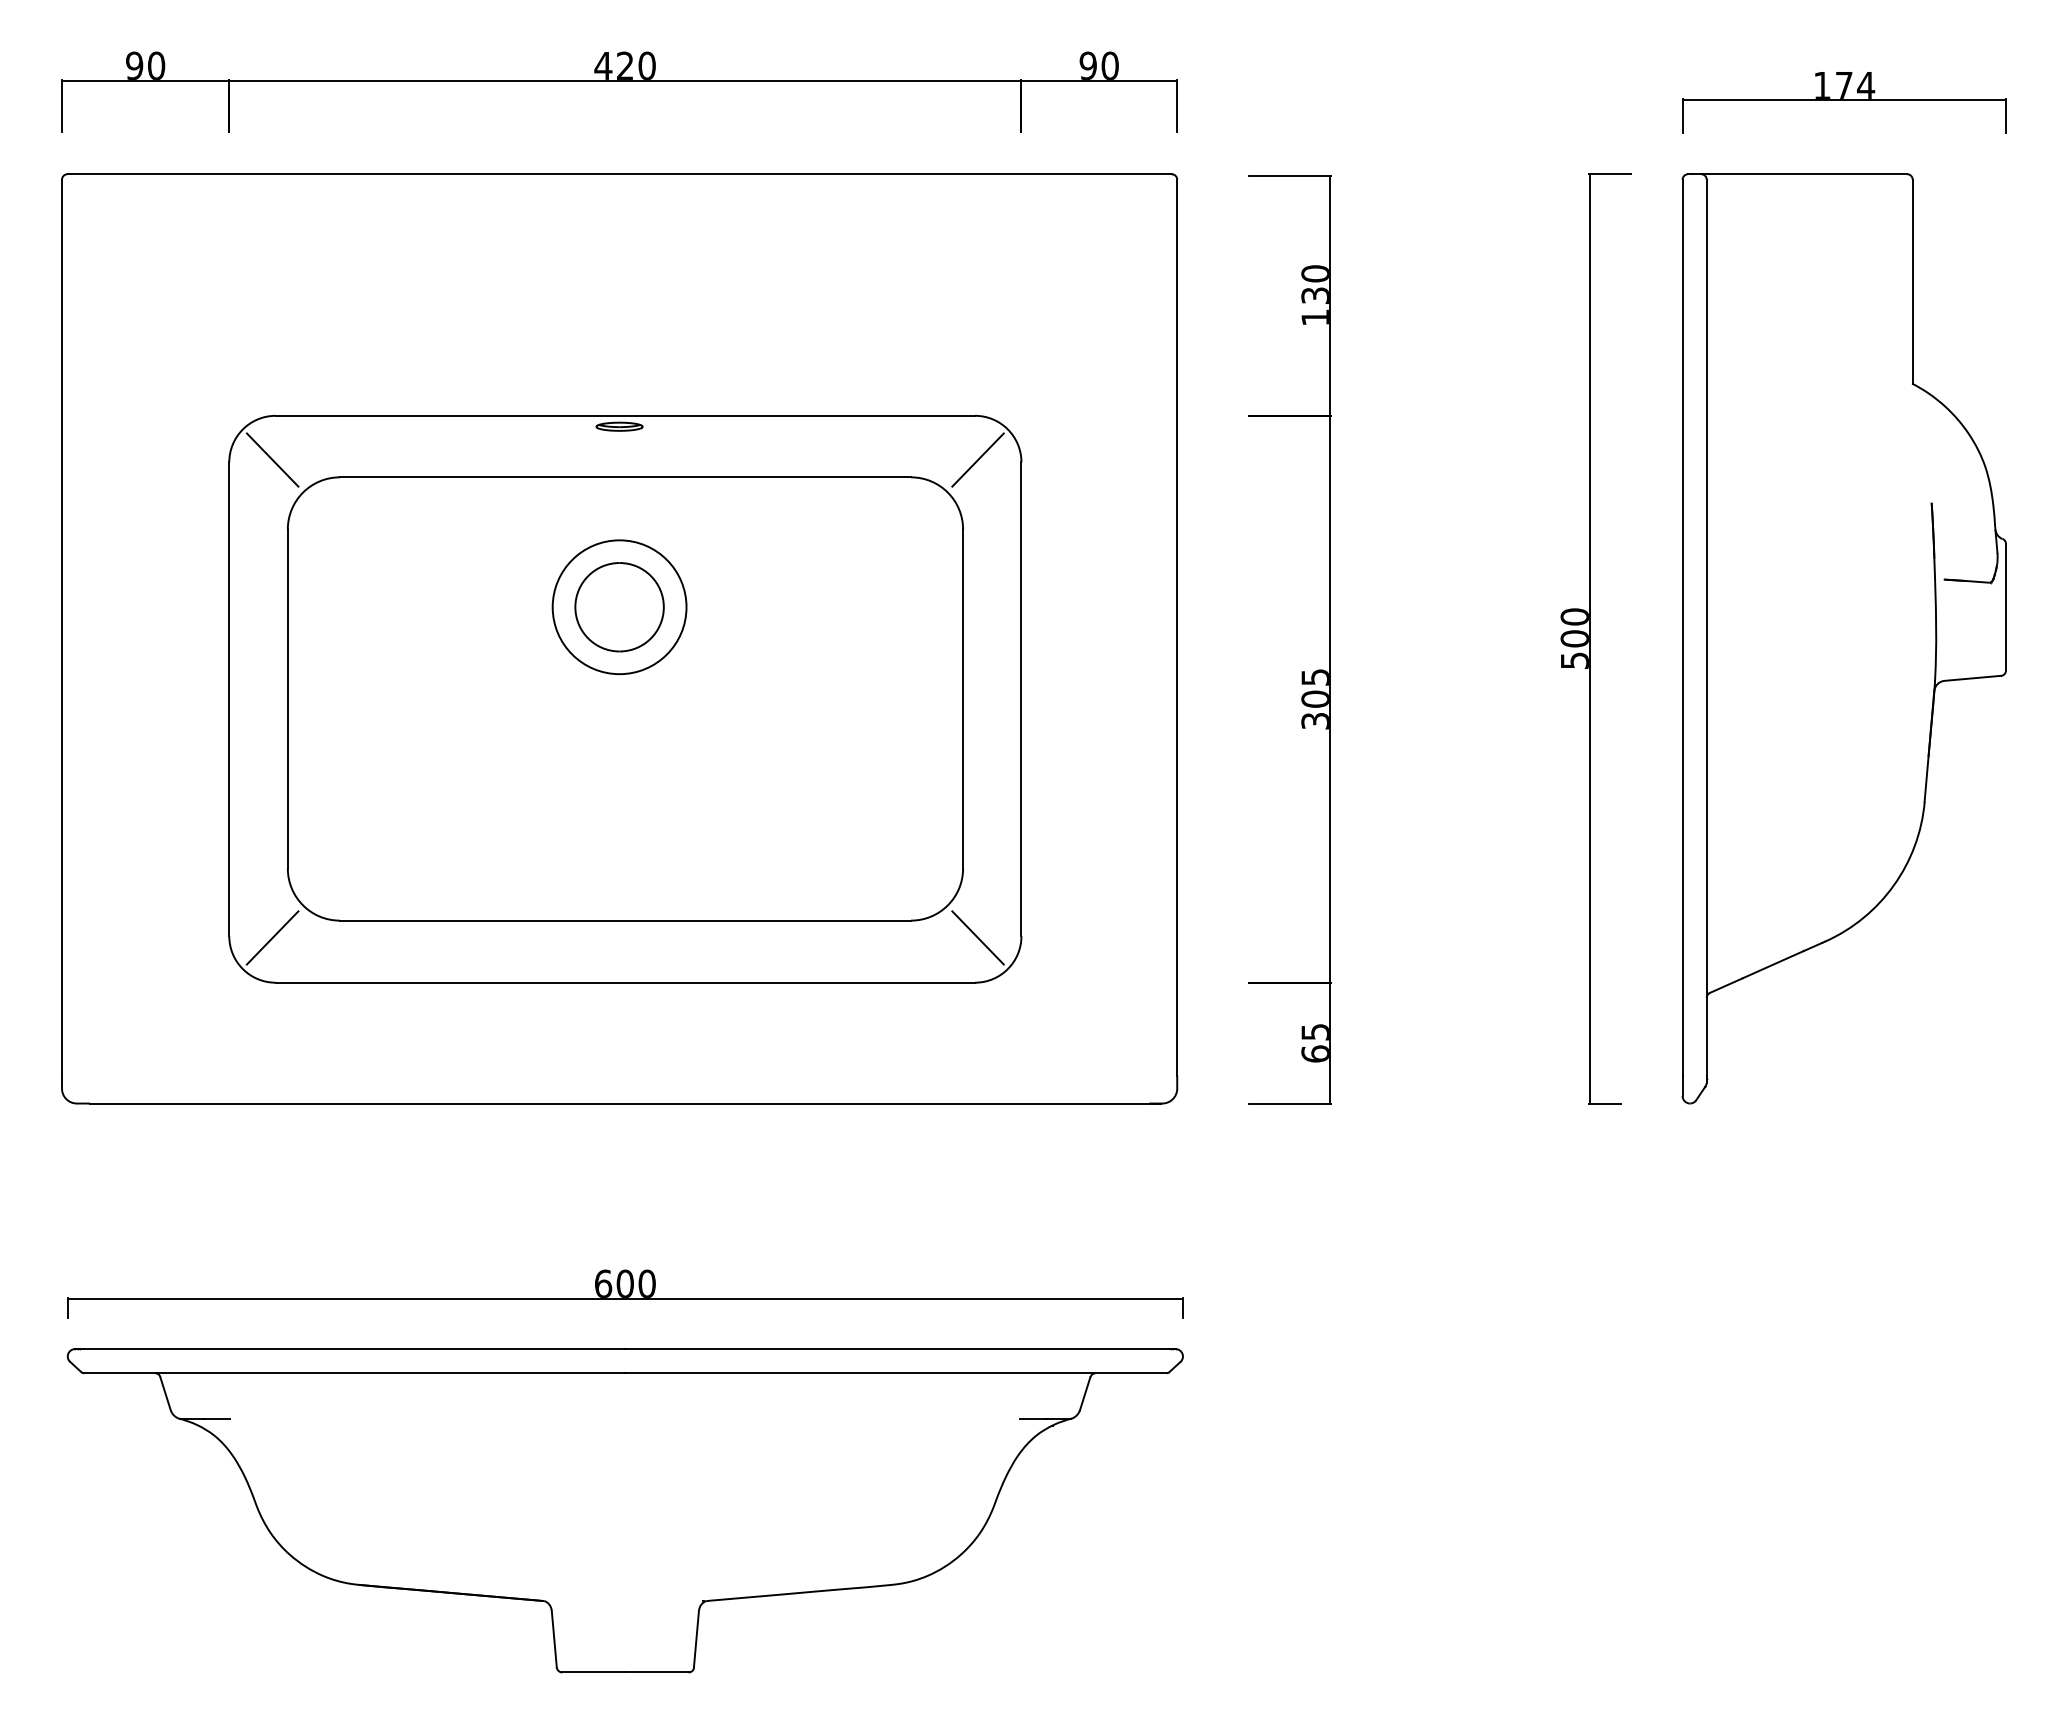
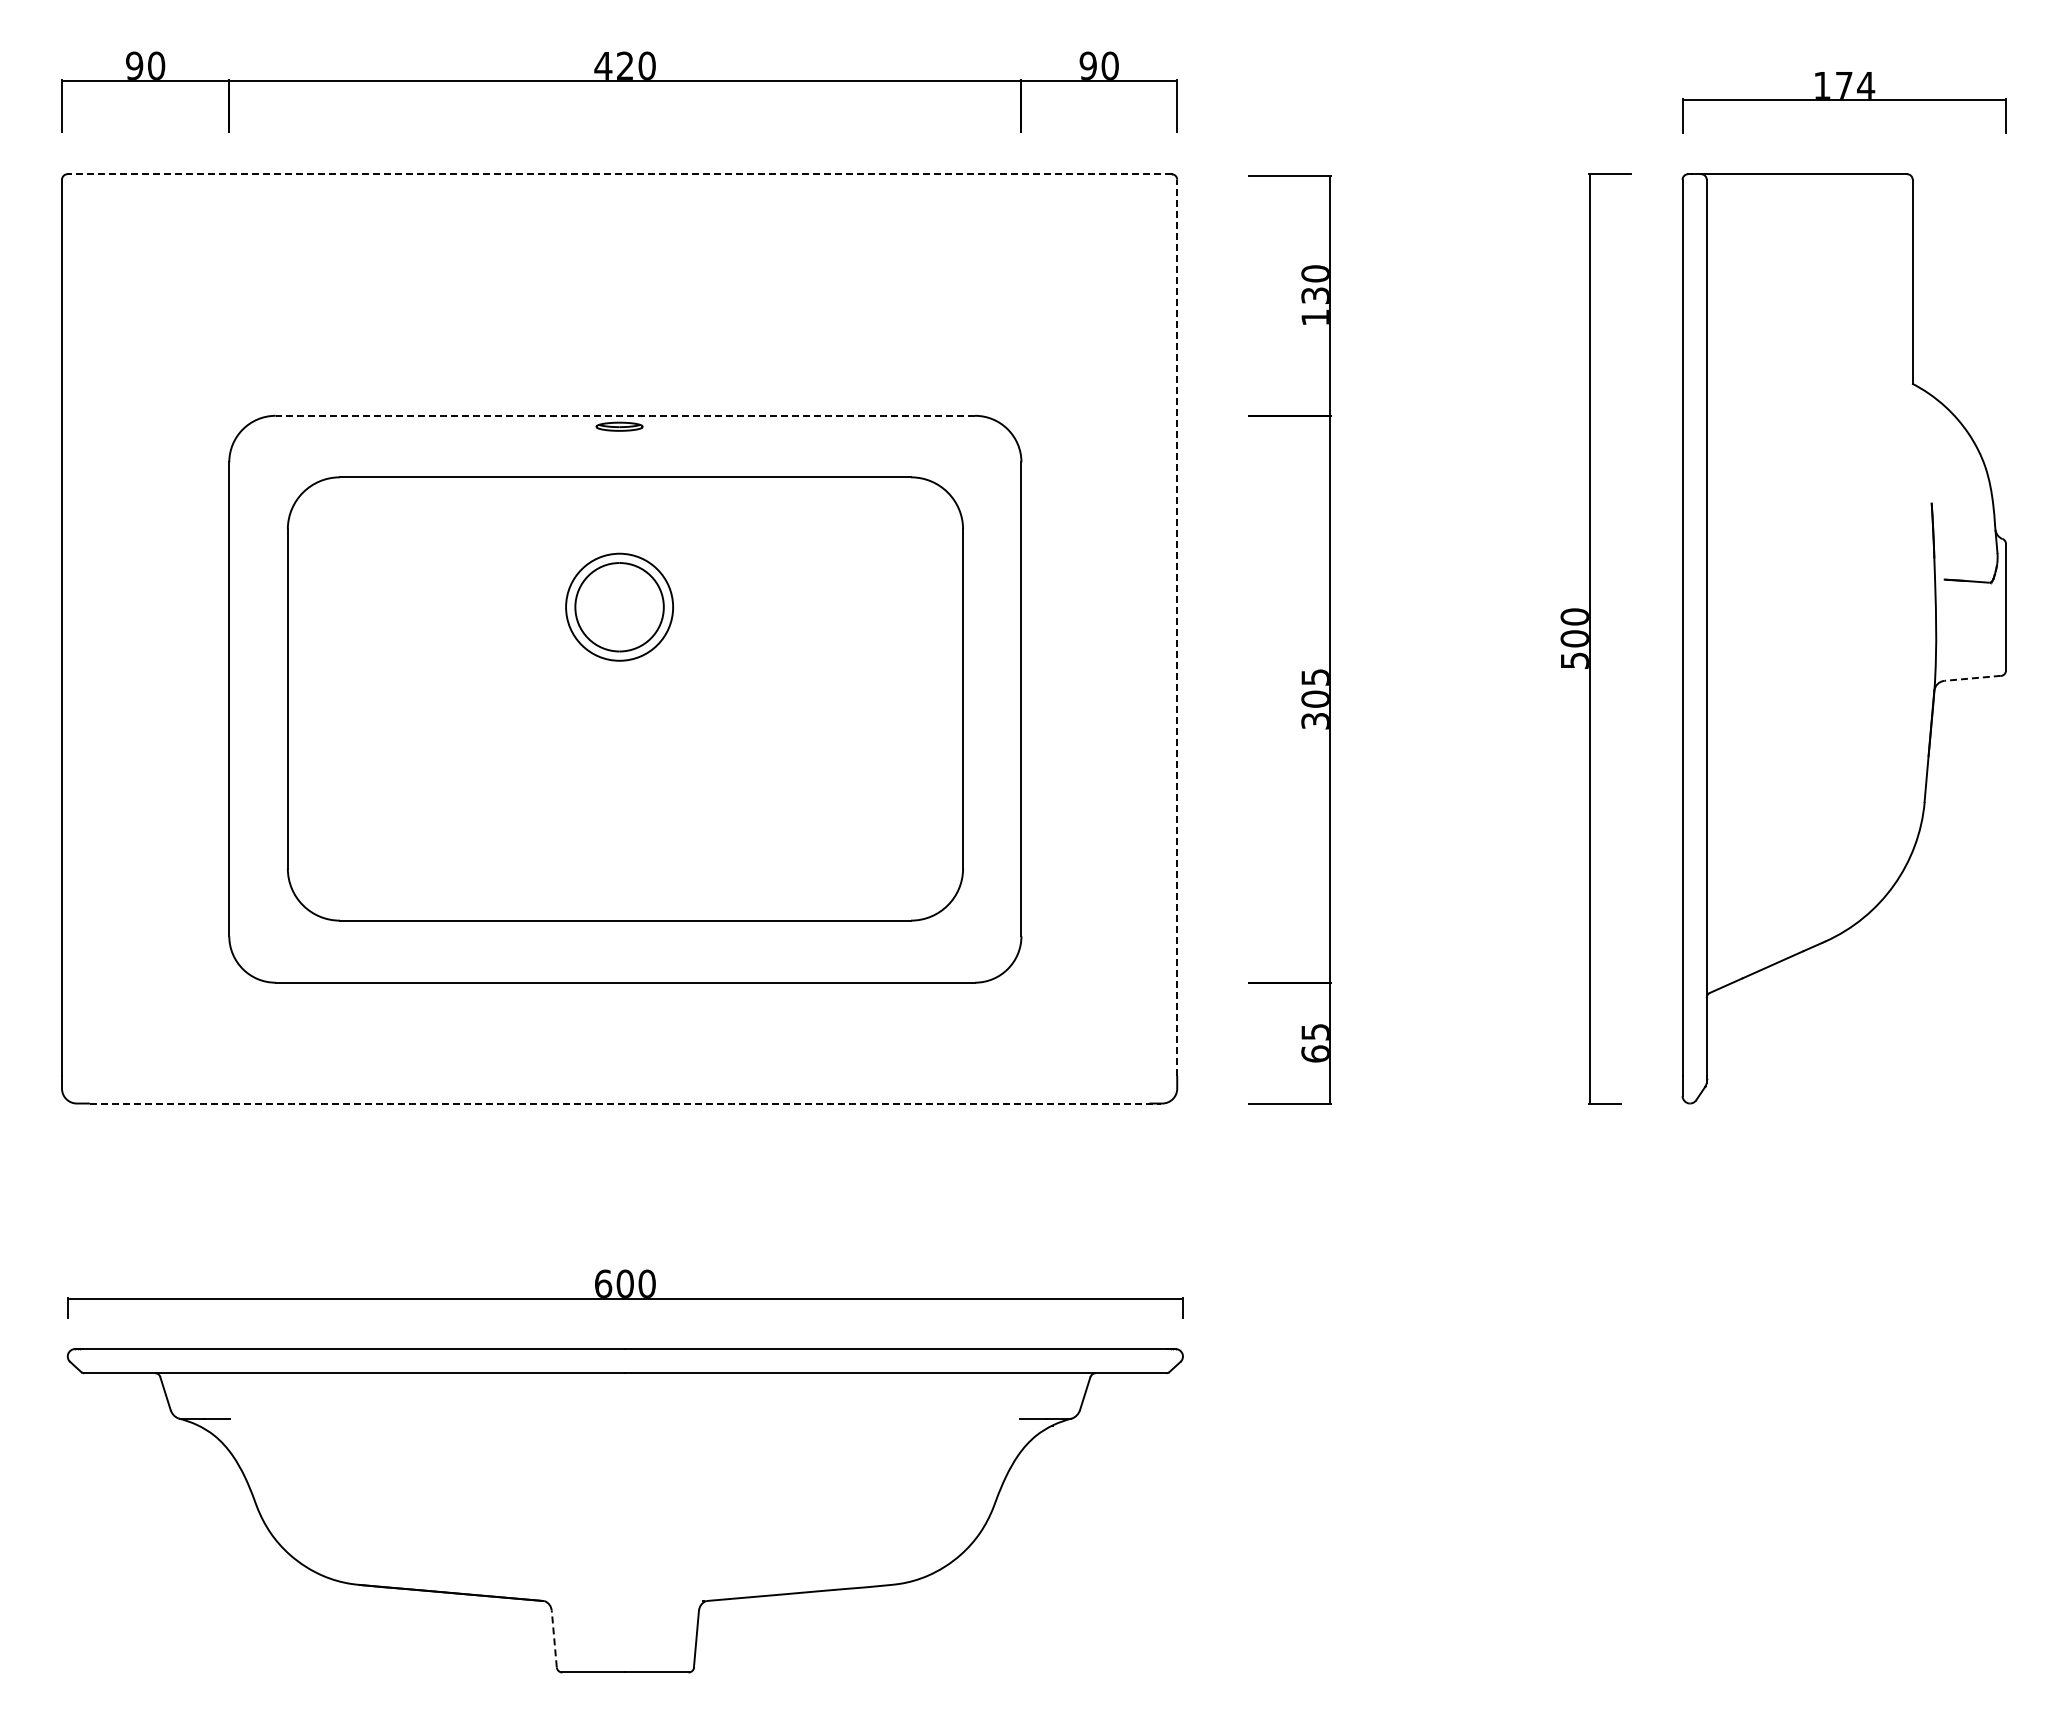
line at (619, 174): solid -> dashed
line at (625, 415): solid -> dashed
line at (272, 459): present -> none
line at (977, 459): present -> none
circle at (619, 607) diameter: 134 px -> 107 px
line at (1177, 627): solid -> dashed
line at (1972, 678): solid -> dashed
line at (272, 937): present -> none
line at (977, 937): present -> none
line at (625, 1103): solid -> dashed
line at (554, 1638): solid -> dashed
